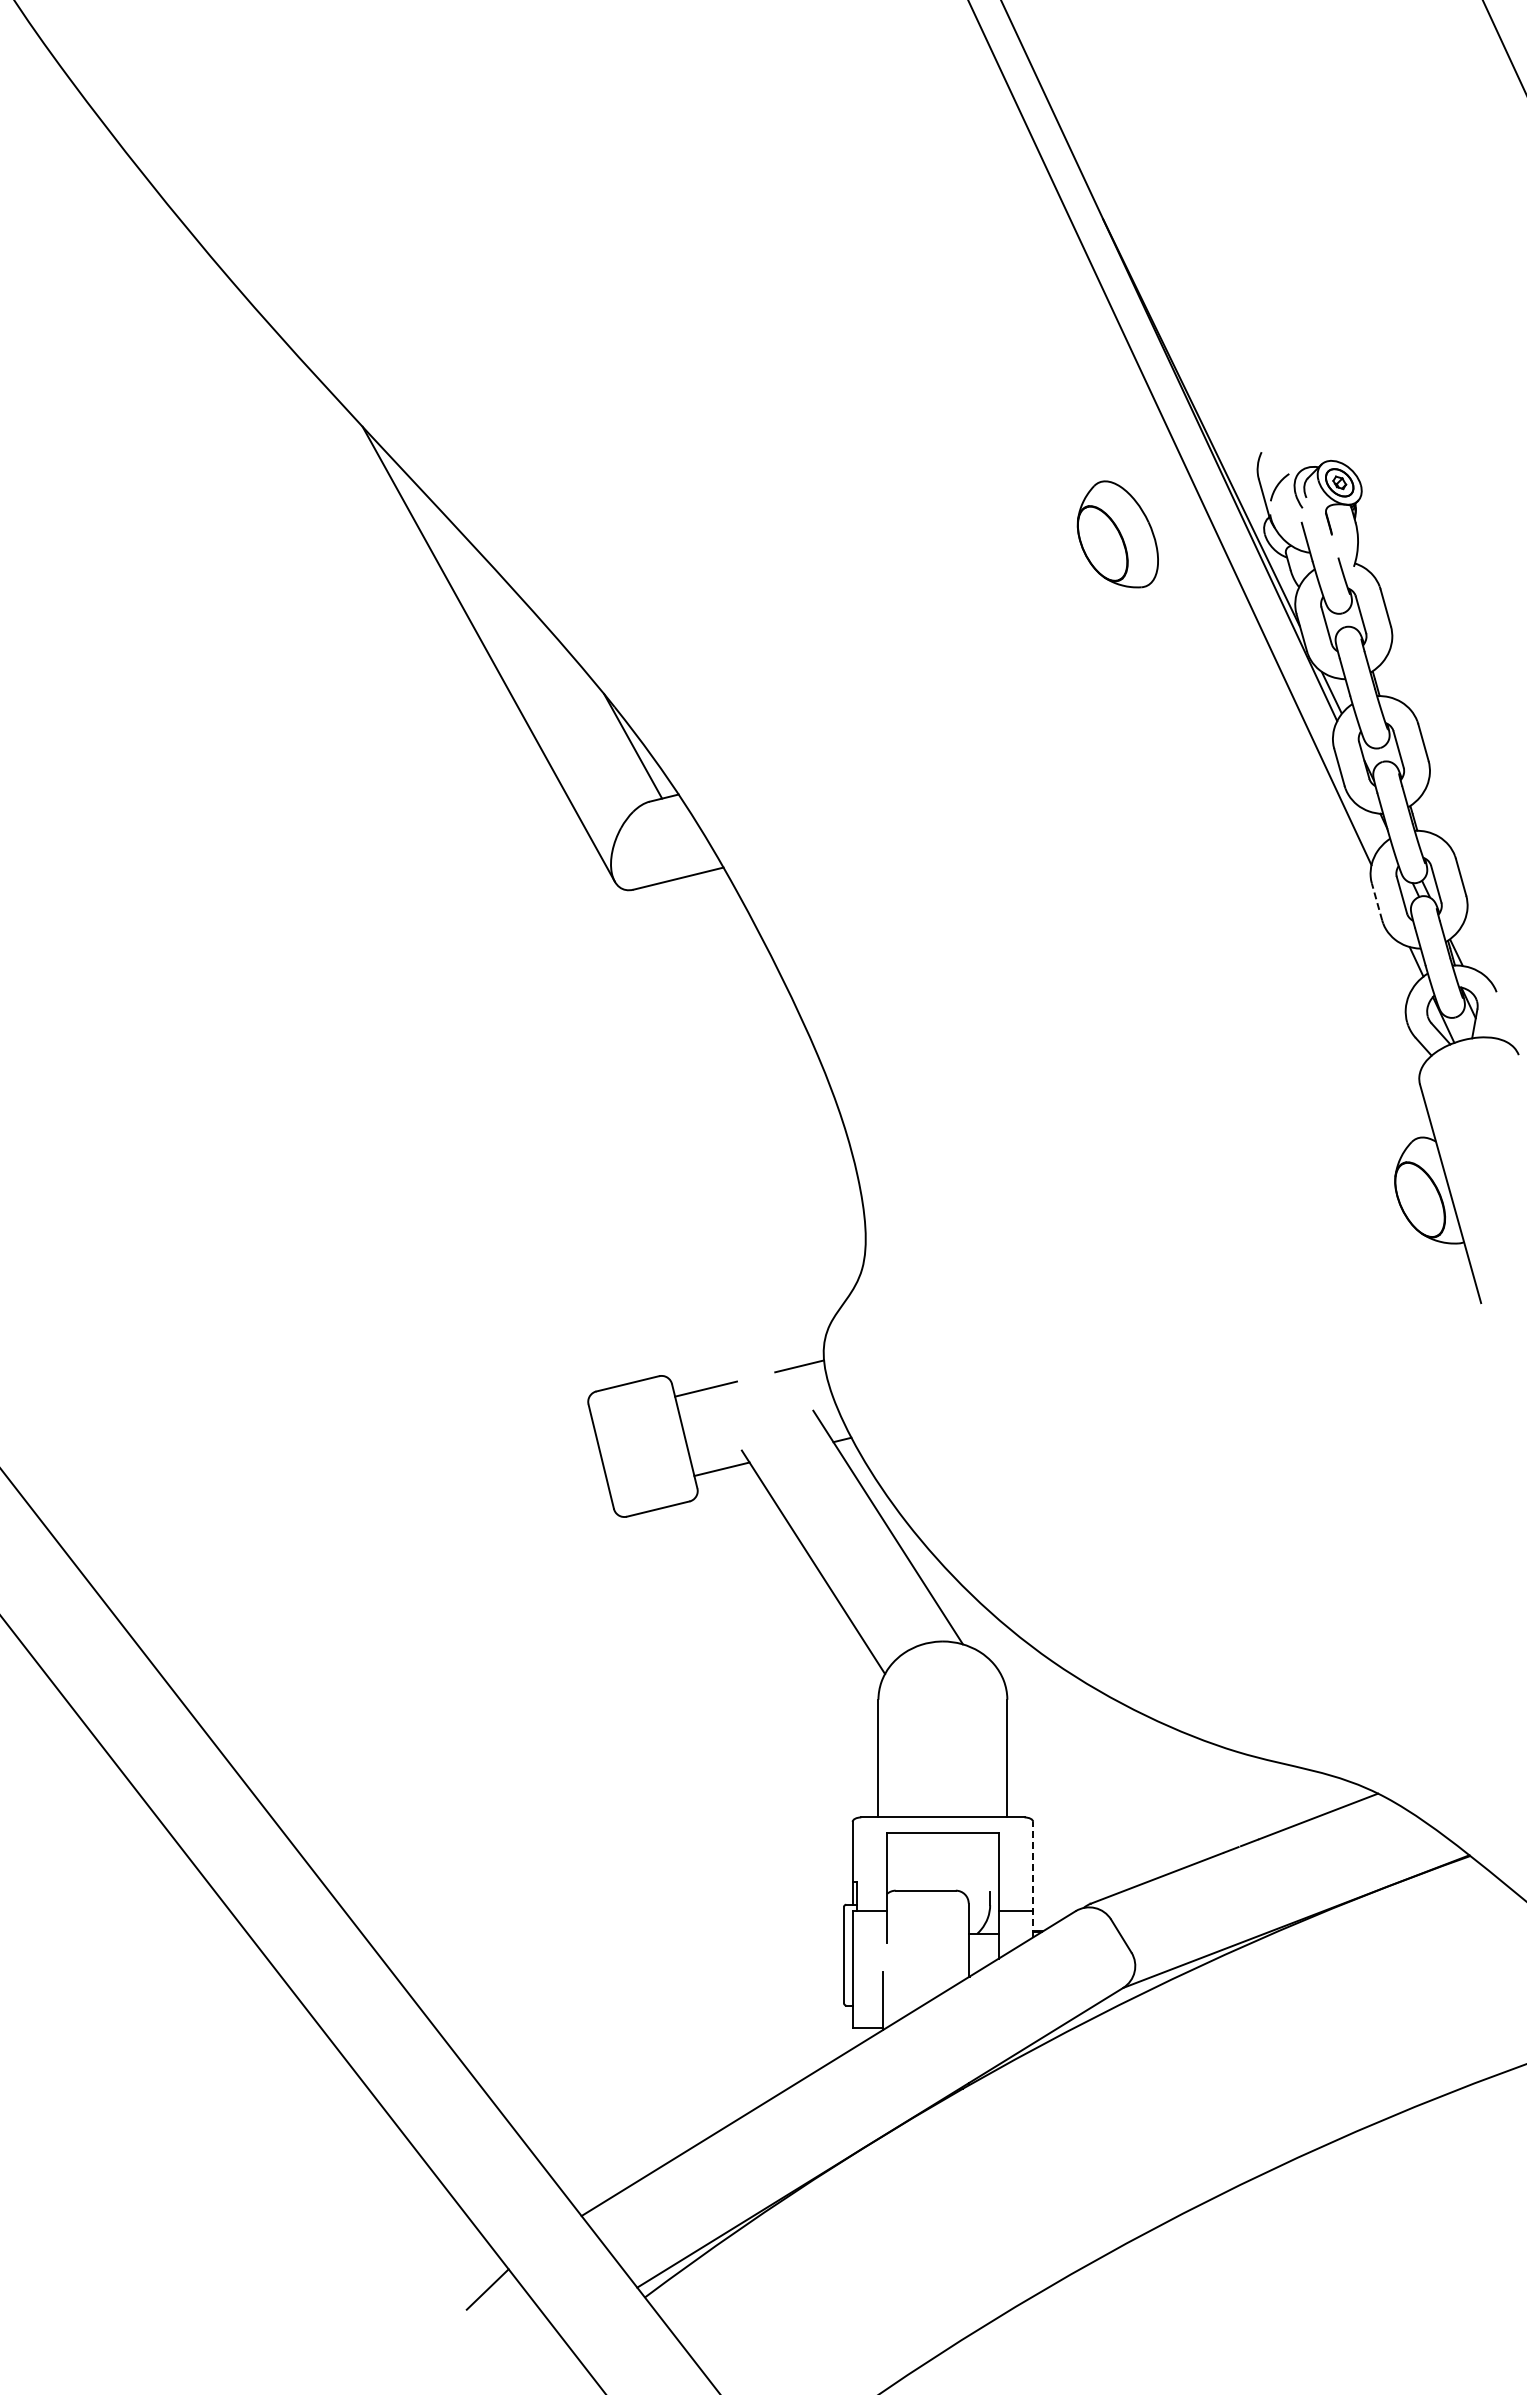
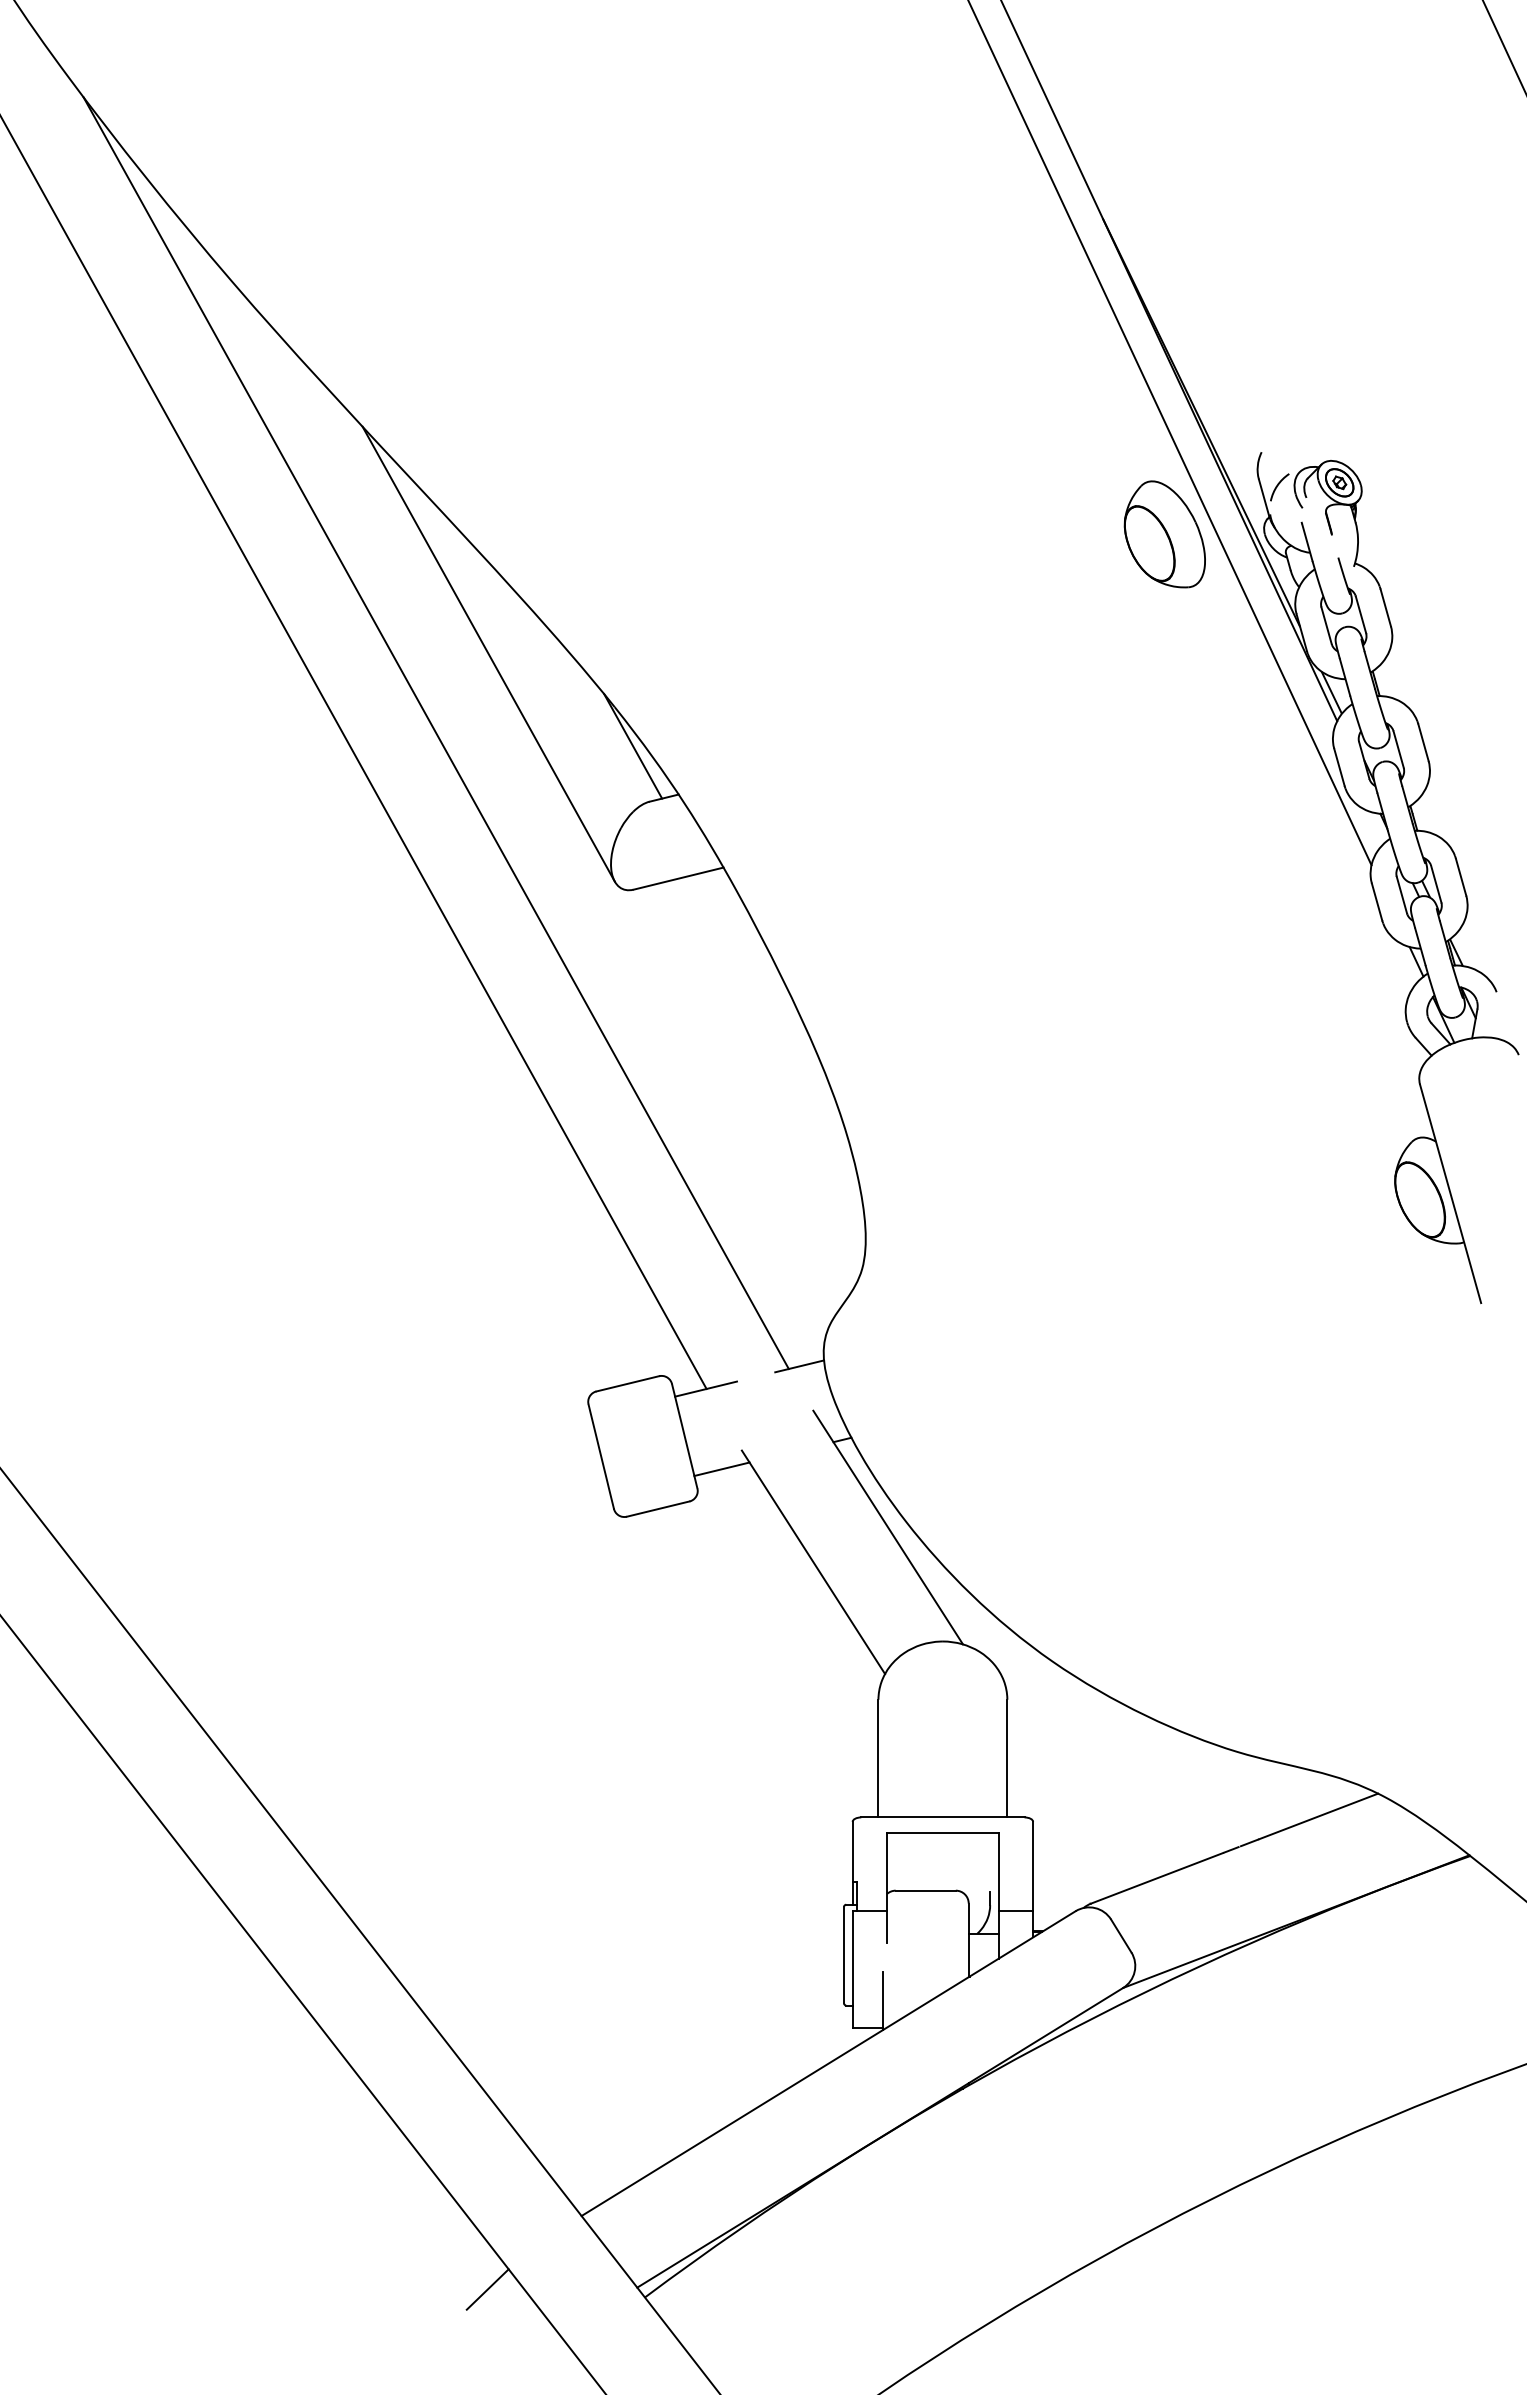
part at (1117, 534) position: (1117, 534) -> (1164, 534)
line at (435, 733): none -> present
line at (354, 753): none -> present
line at (1376, 901): dashed -> solid
line at (1033, 1879): dashed -> solid
